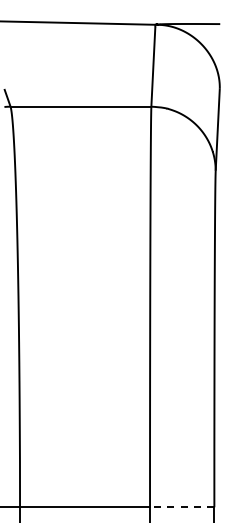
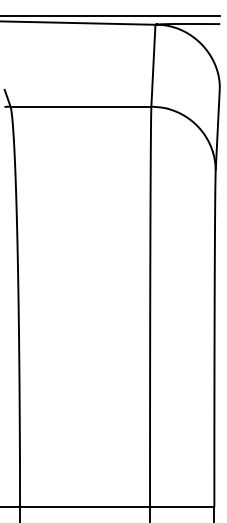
line at (111, 15): none -> present
line at (181, 507): dashed -> solid
